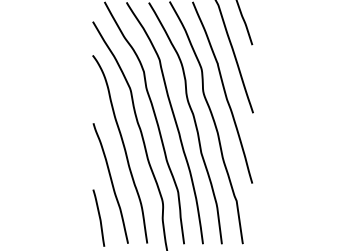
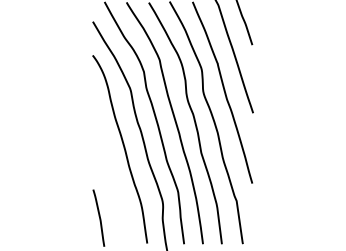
curve at (111, 183): present -> none
